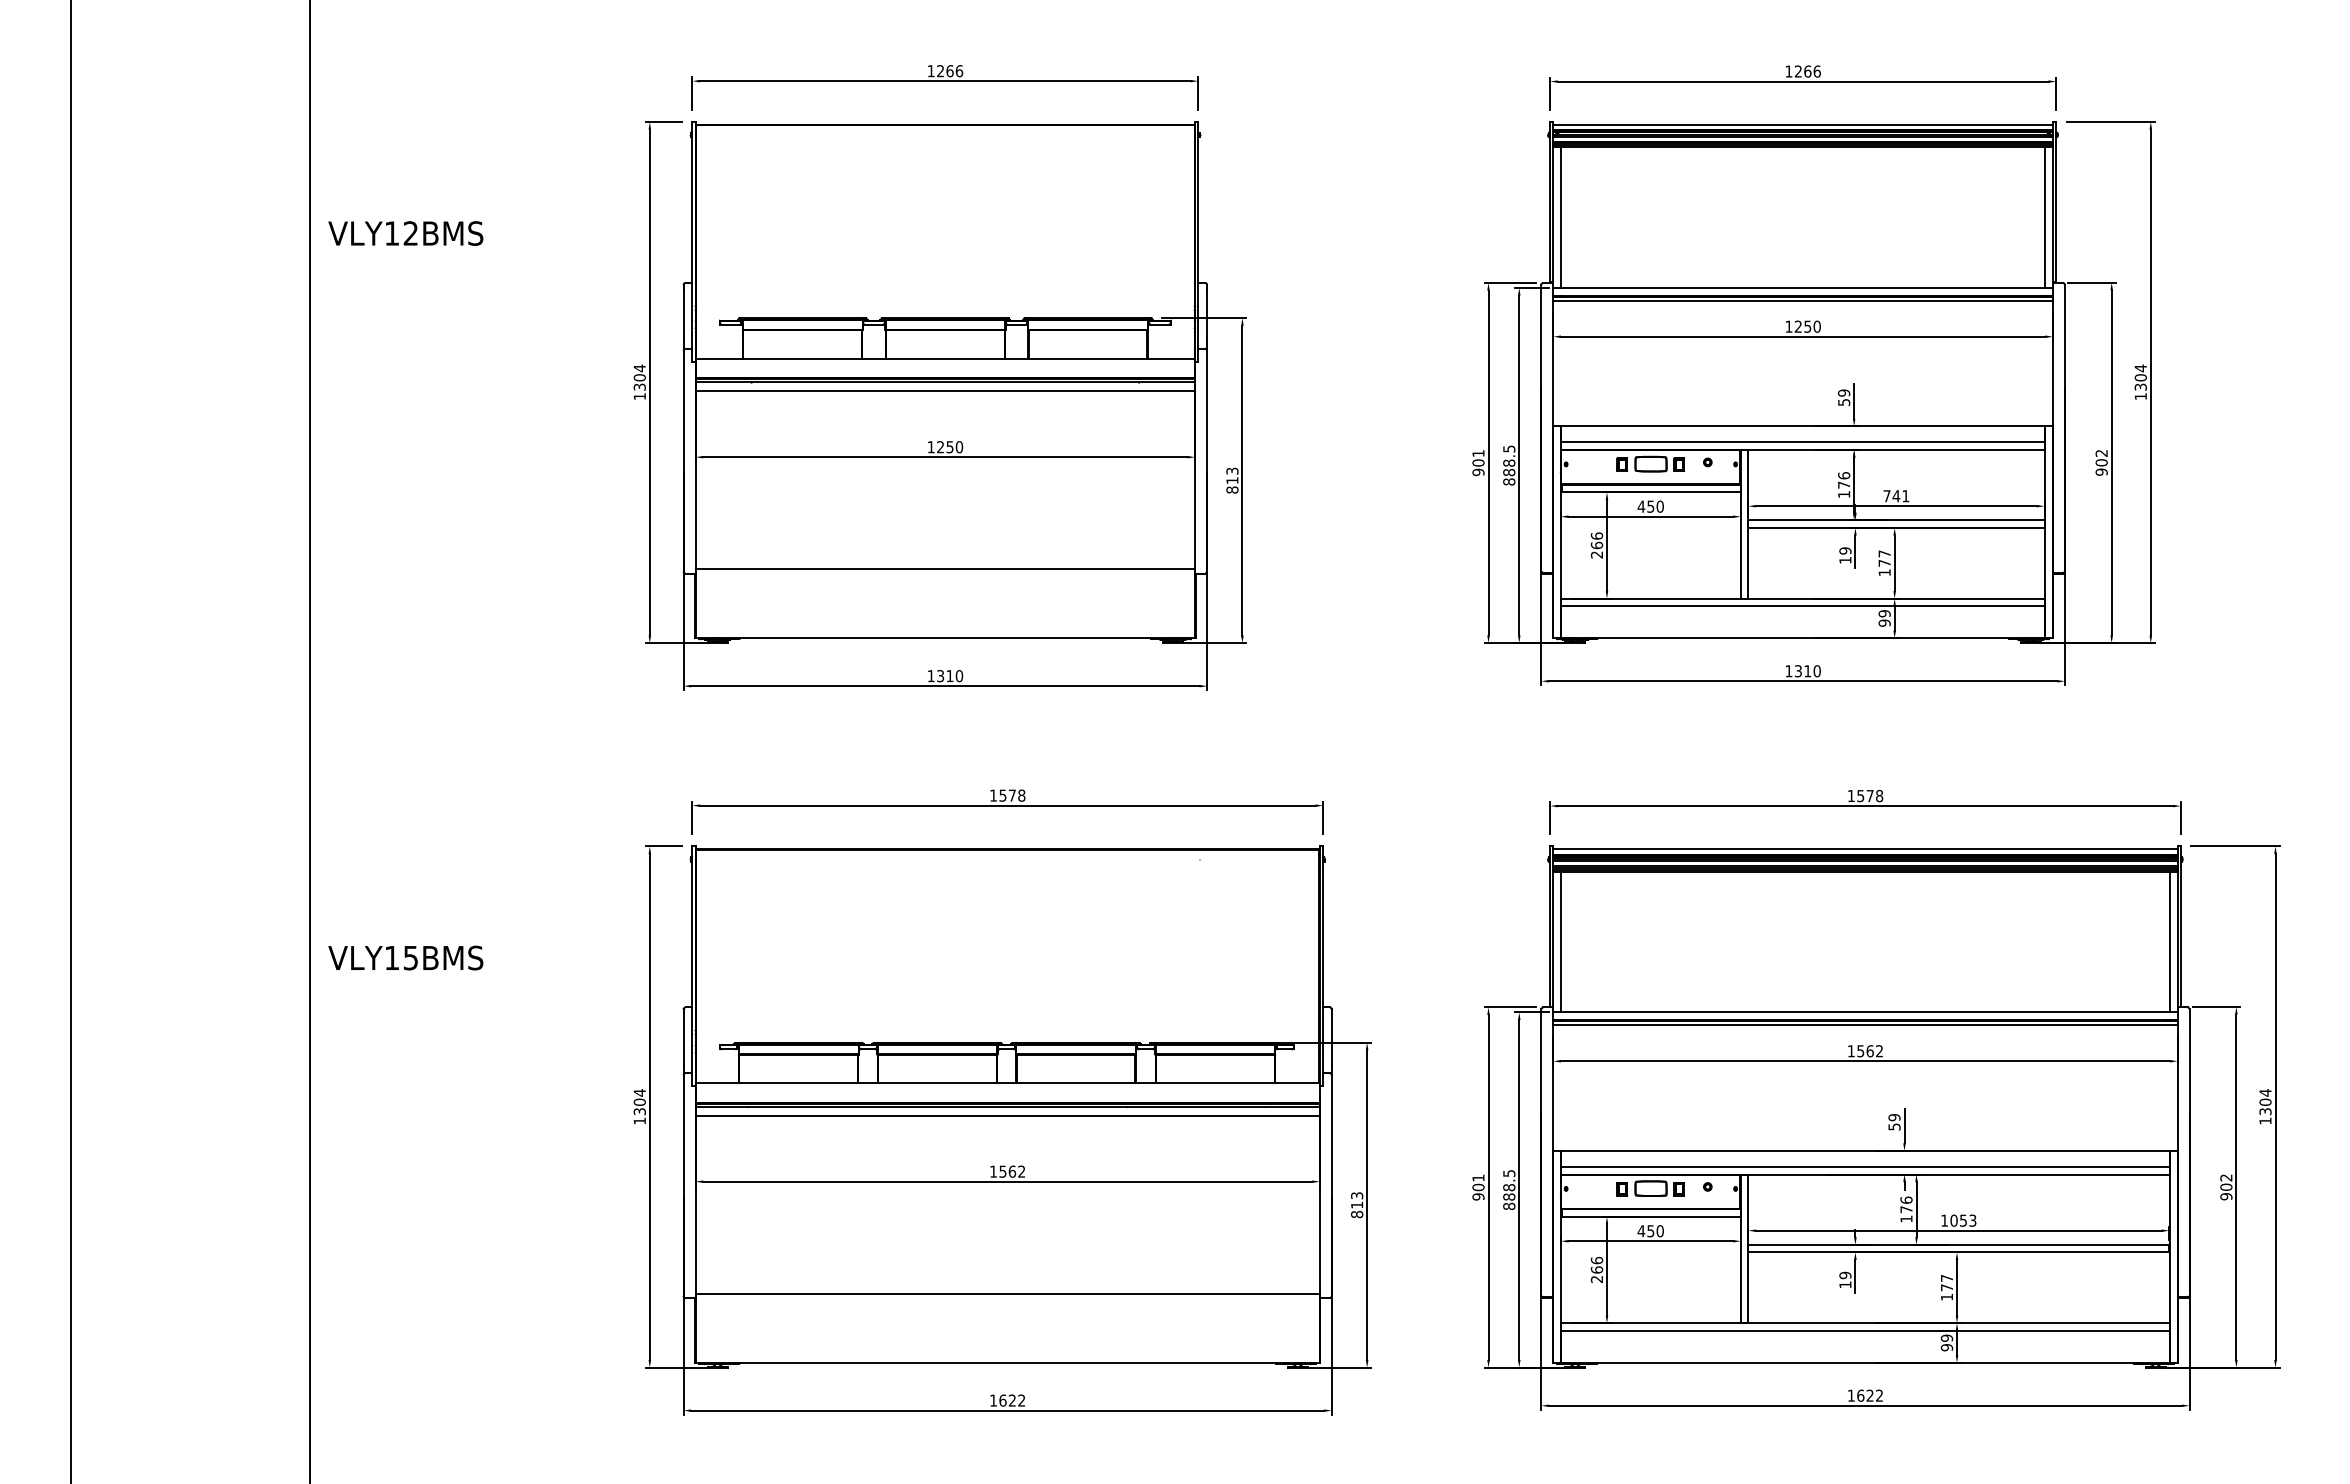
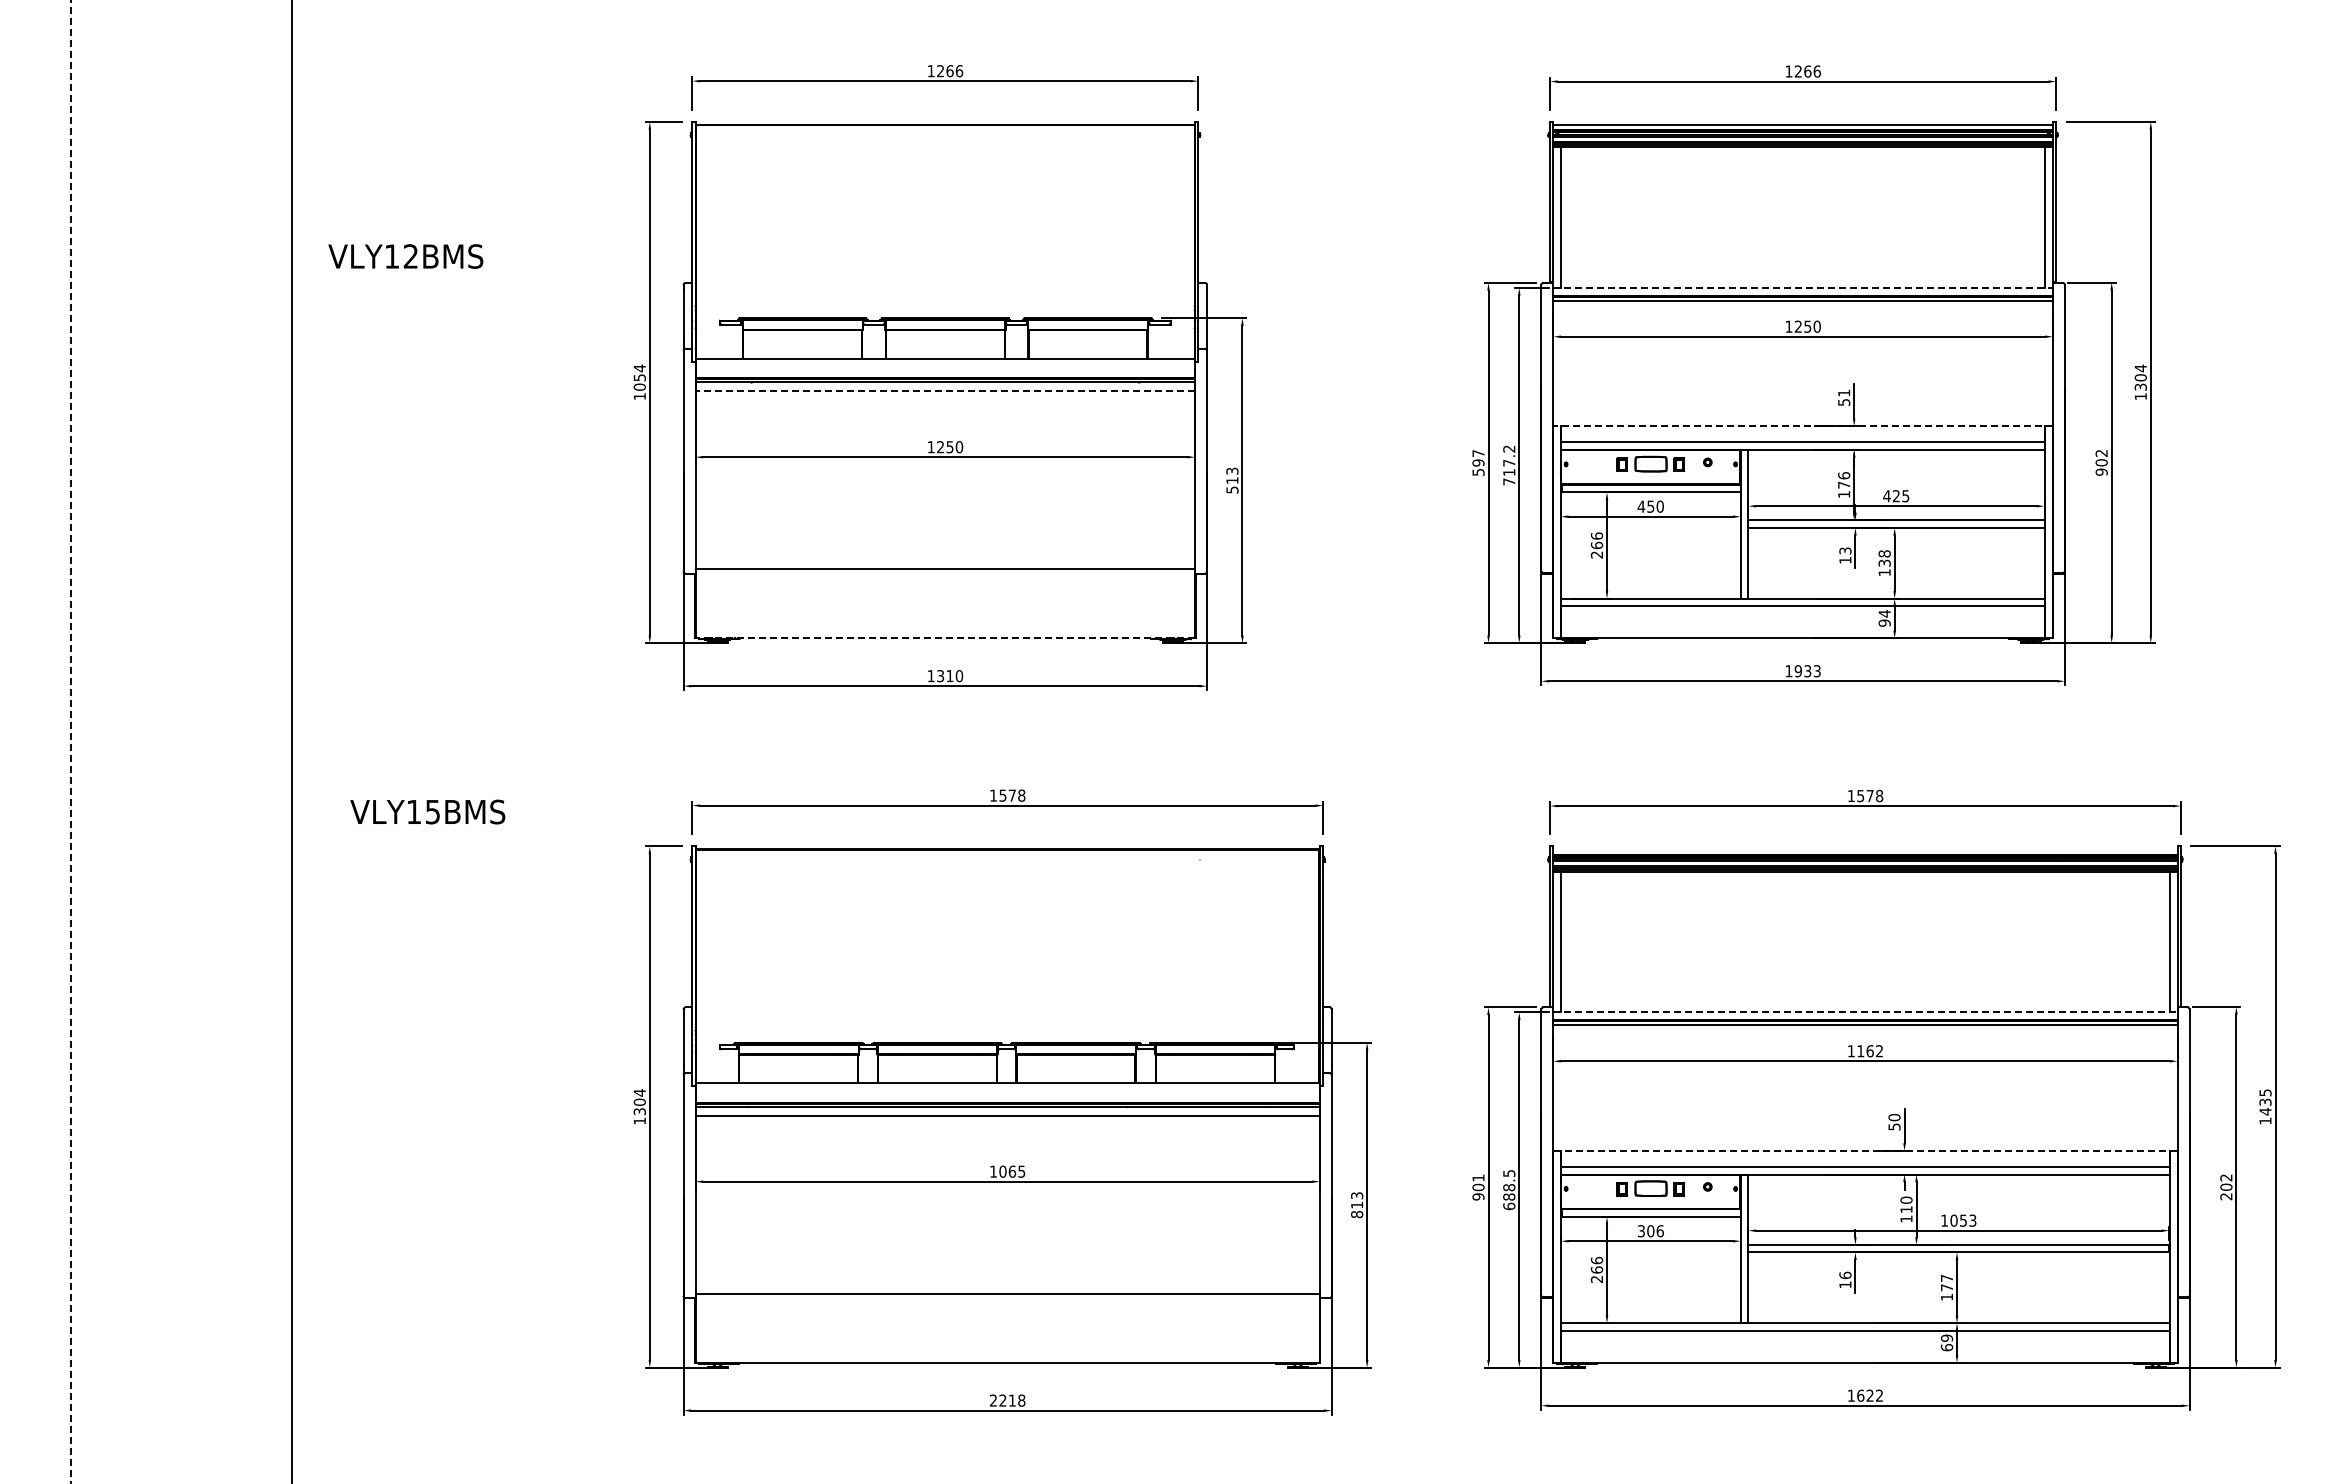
text at (405, 233) position: (405, 233) -> (405, 256)
line at (1803, 287): solid -> dashed
text at (639, 382): 1304 -> 1054
line at (945, 391): solid -> dashed
text at (1844, 392): 59 -> 51
line at (1803, 426): solid -> dashed
text at (1478, 463): 901 -> 597
text at (1509, 465): 888.5 -> 717.2
text at (1232, 489): 813 -> 513
text at (1896, 496): 741 -> 425
text at (1845, 550): 19 -> 13
text at (1884, 558): 177 -> 138
text at (1884, 613): 99 -> 94
line at (945, 638): solid -> dashed
text at (1807, 671): 1310 -> 1933
line at (310, 741) position: (310, 741) -> (292, 741)
line at (70, 742): solid -> dashed
line at (1865, 849): present -> none
text at (405, 957) position: (405, 957) -> (427, 811)
line at (1865, 1012): solid -> dashed
text at (1860, 1051): 1562 -> 1162
text at (2265, 1102): 1304 -> 1435
text at (1894, 1117): 59 -> 50
line at (1865, 1150): solid -> dashed
text at (1012, 1171): 1562 -> 1065
text at (2226, 1196): 902 -> 202
text at (1906, 1204): 176 -> 110
text at (1509, 1206): 888.5 -> 688.5
text at (1650, 1231): 450 -> 306
text at (1845, 1275): 19 -> 16
text at (1946, 1347): 99 -> 69
text at (1007, 1400): 1622 -> 2218
